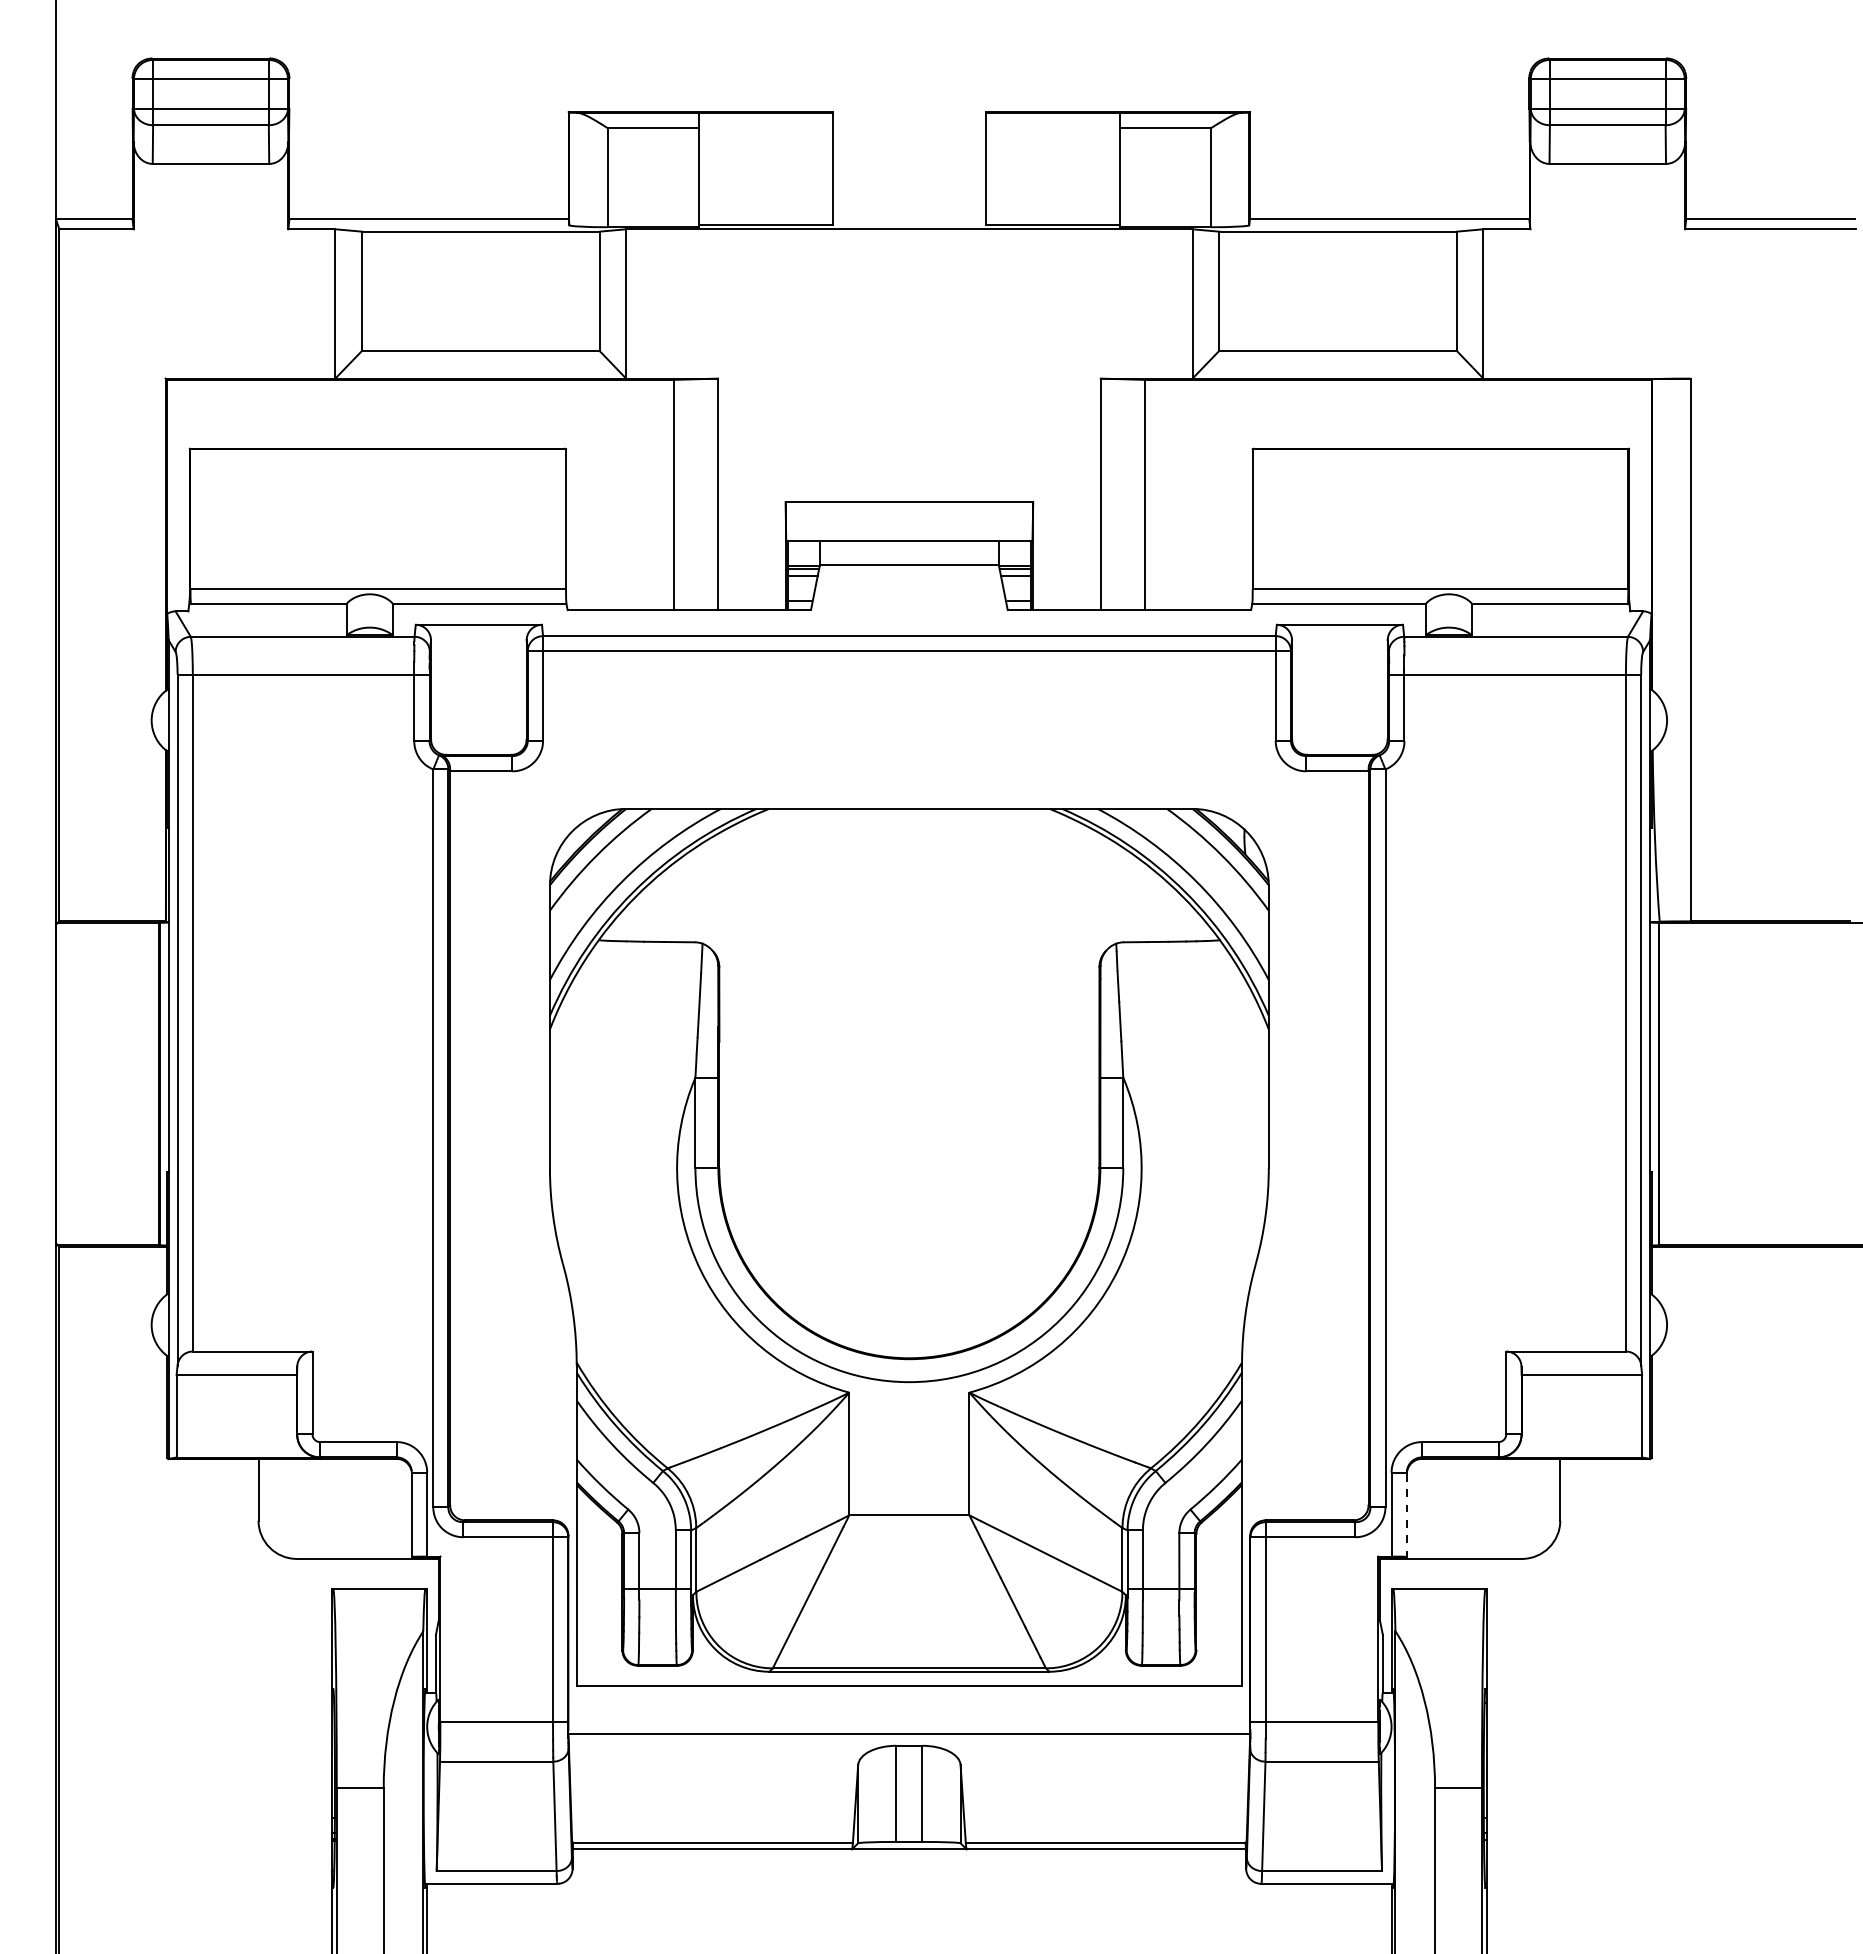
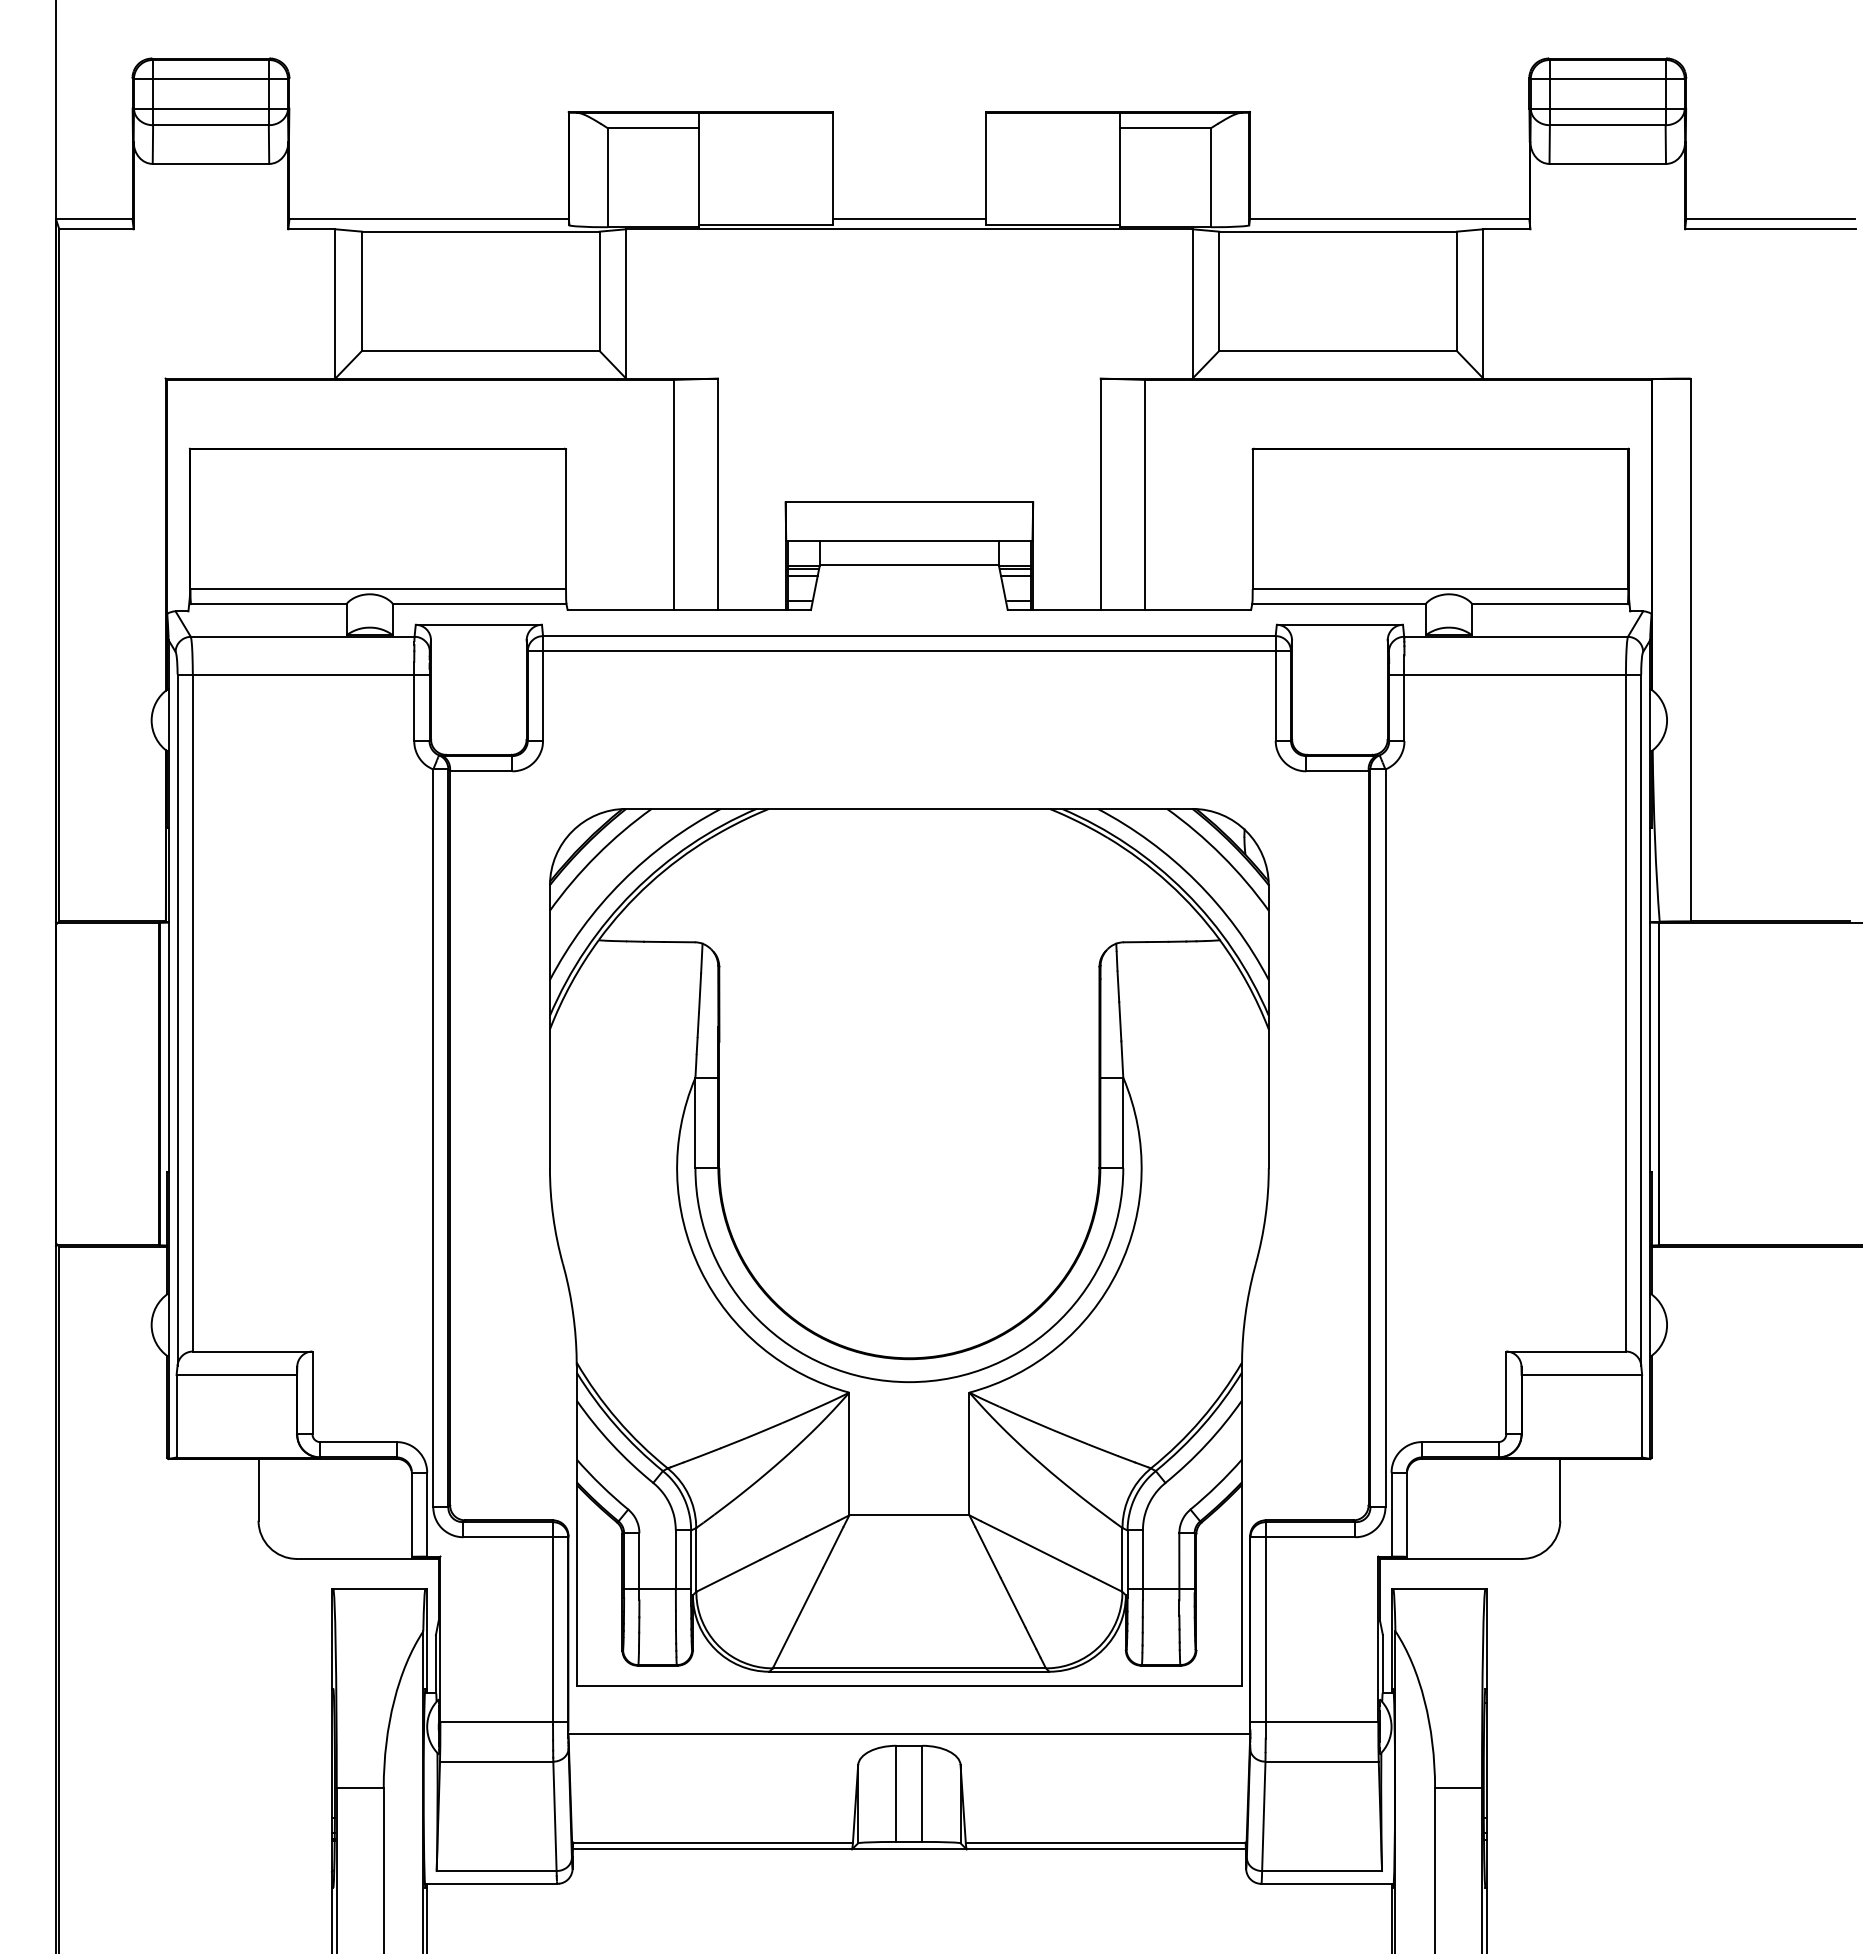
line at (908, 219): none -> present
line at (1406, 1515): dashed -> solid
